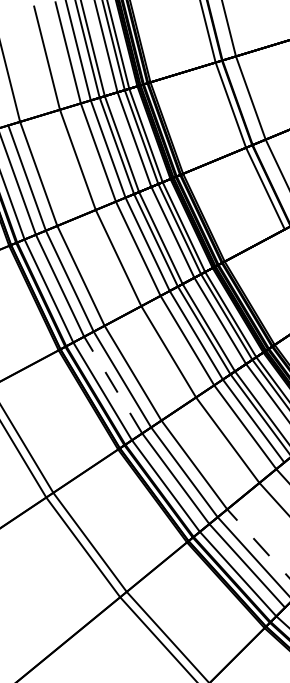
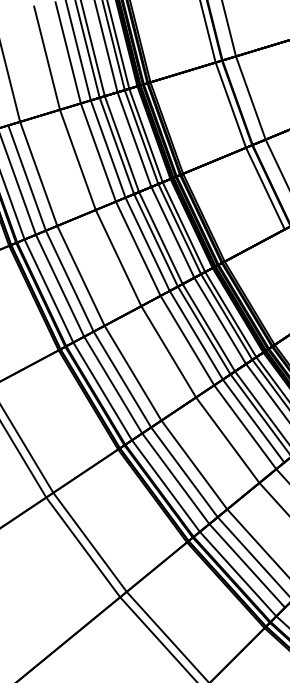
line at (112, 384): dashed -> solid
line at (258, 543): dashed -> solid
